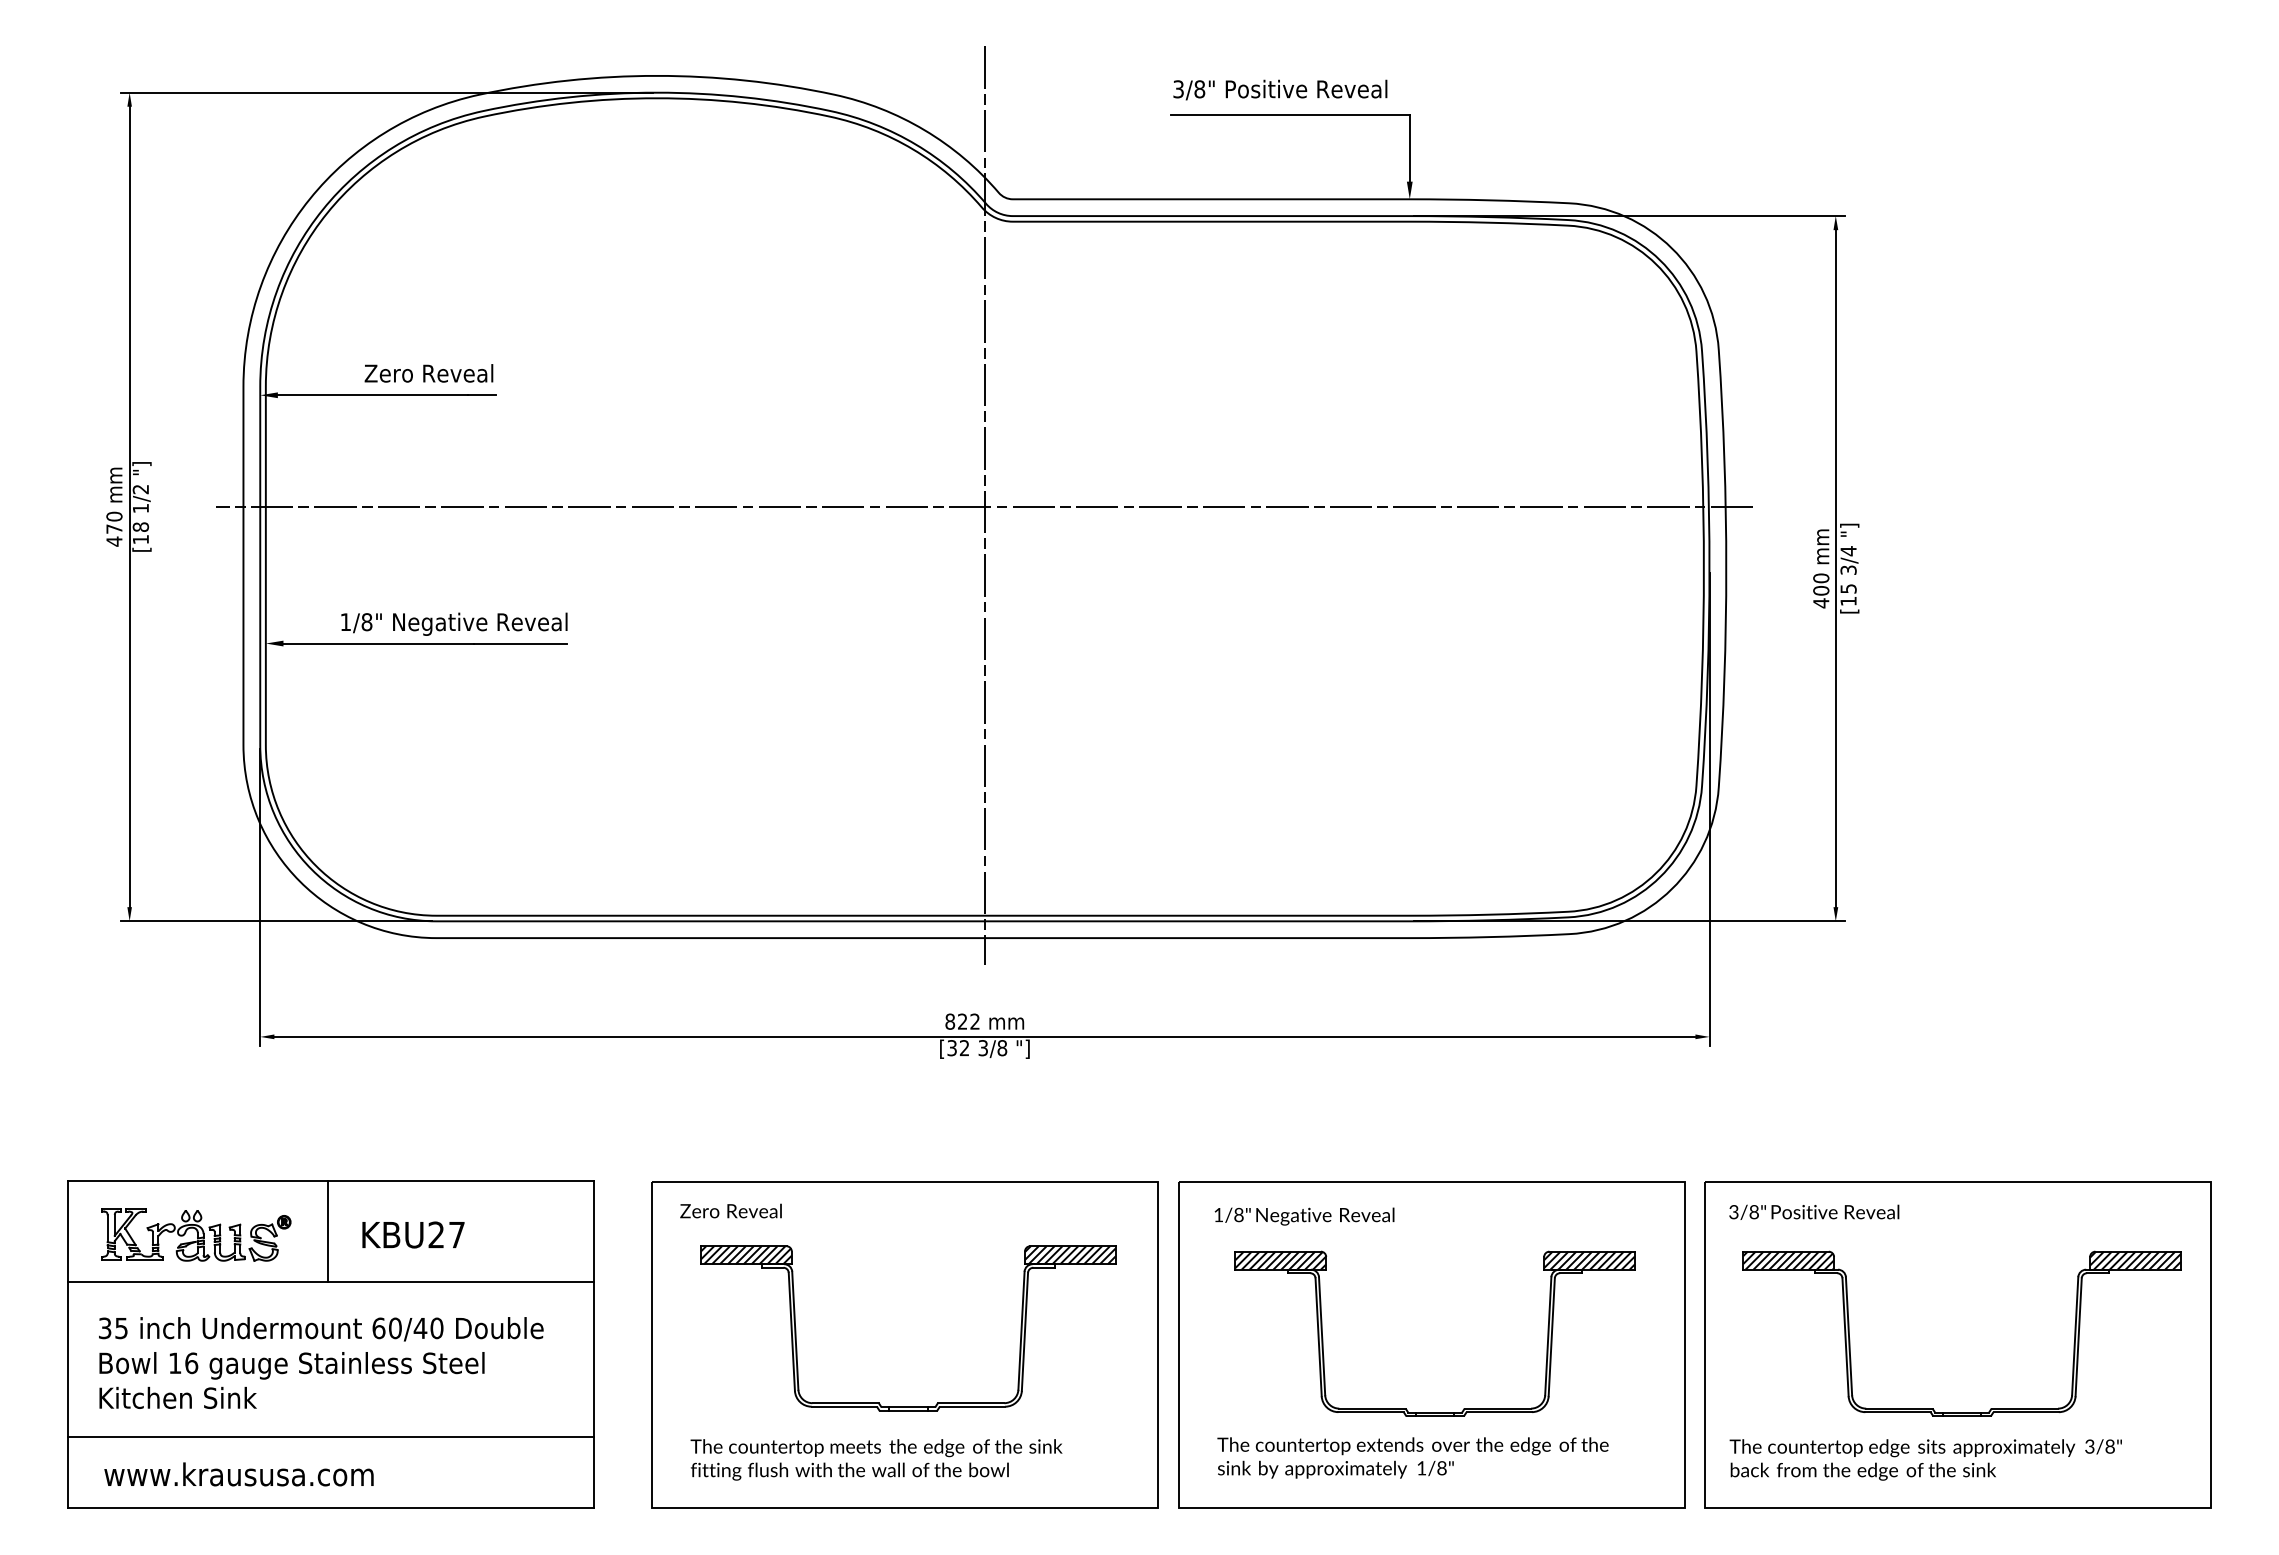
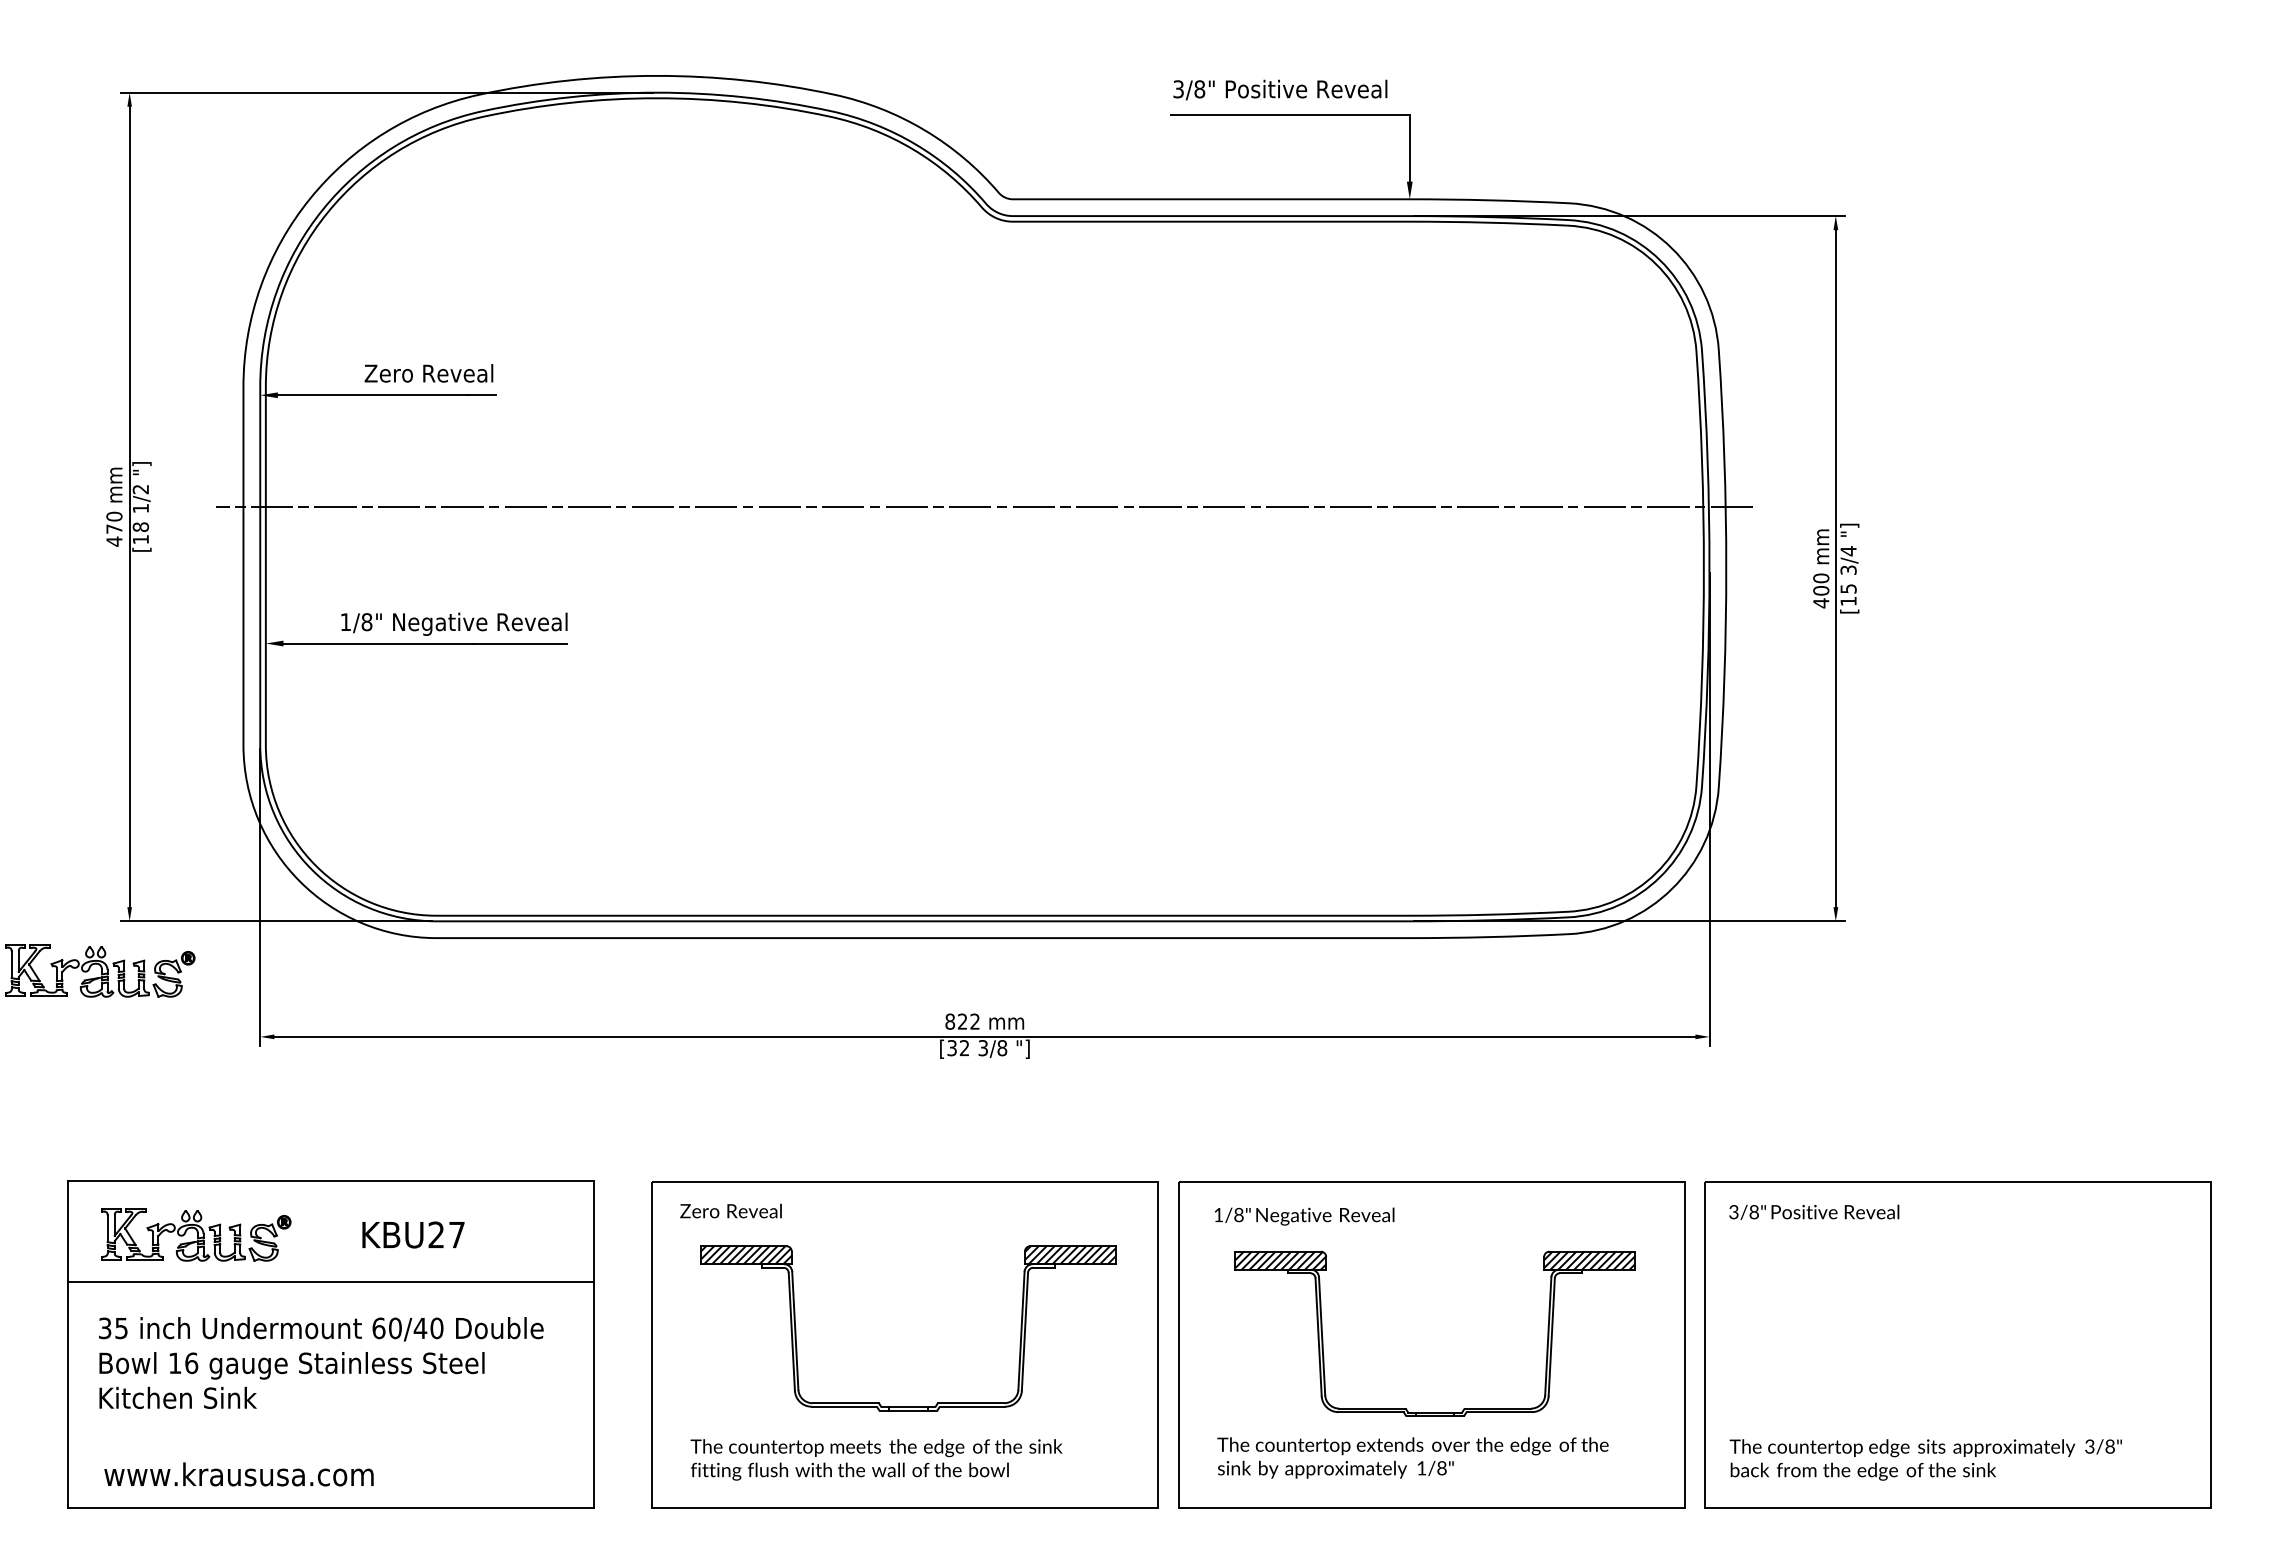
line at (984, 505): present -> none
part at (100, 970): none -> present
line at (328, 1231): present -> none
part at (1961, 1412): present -> none
line at (331, 1437): present -> none
